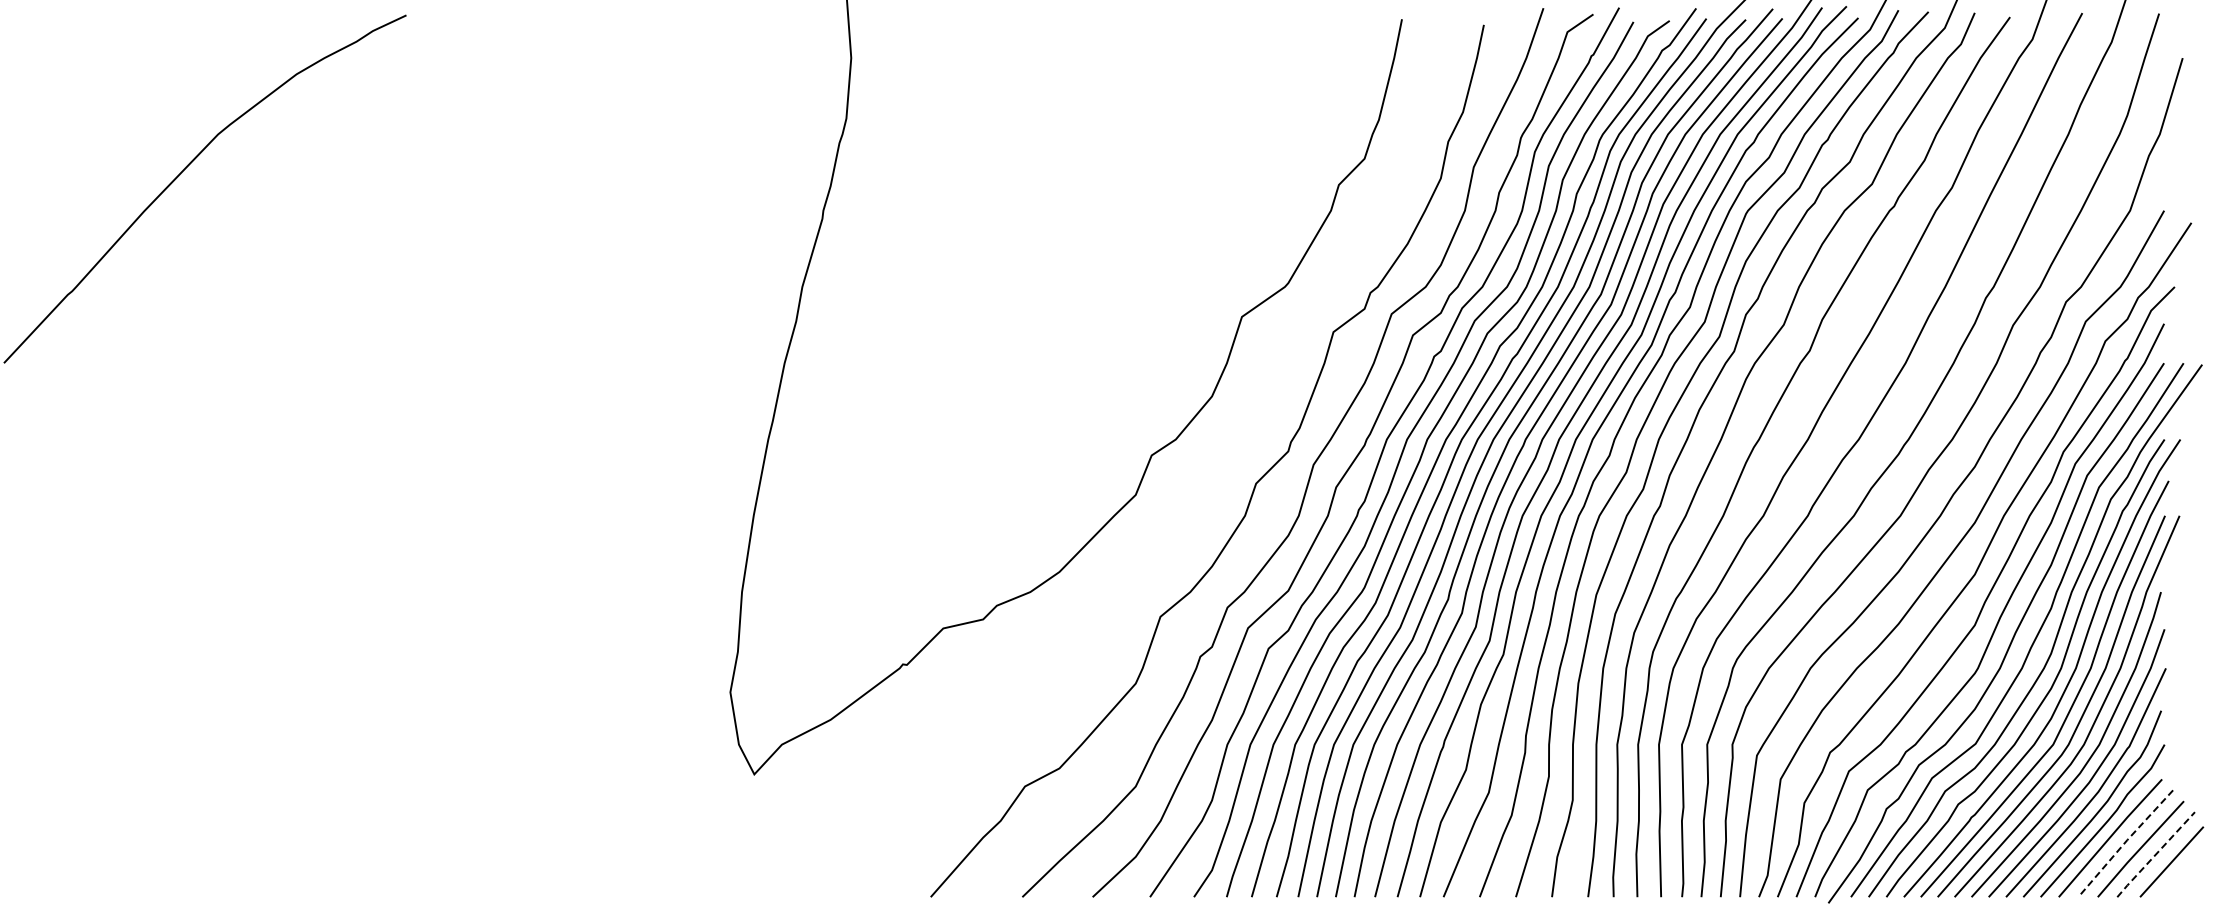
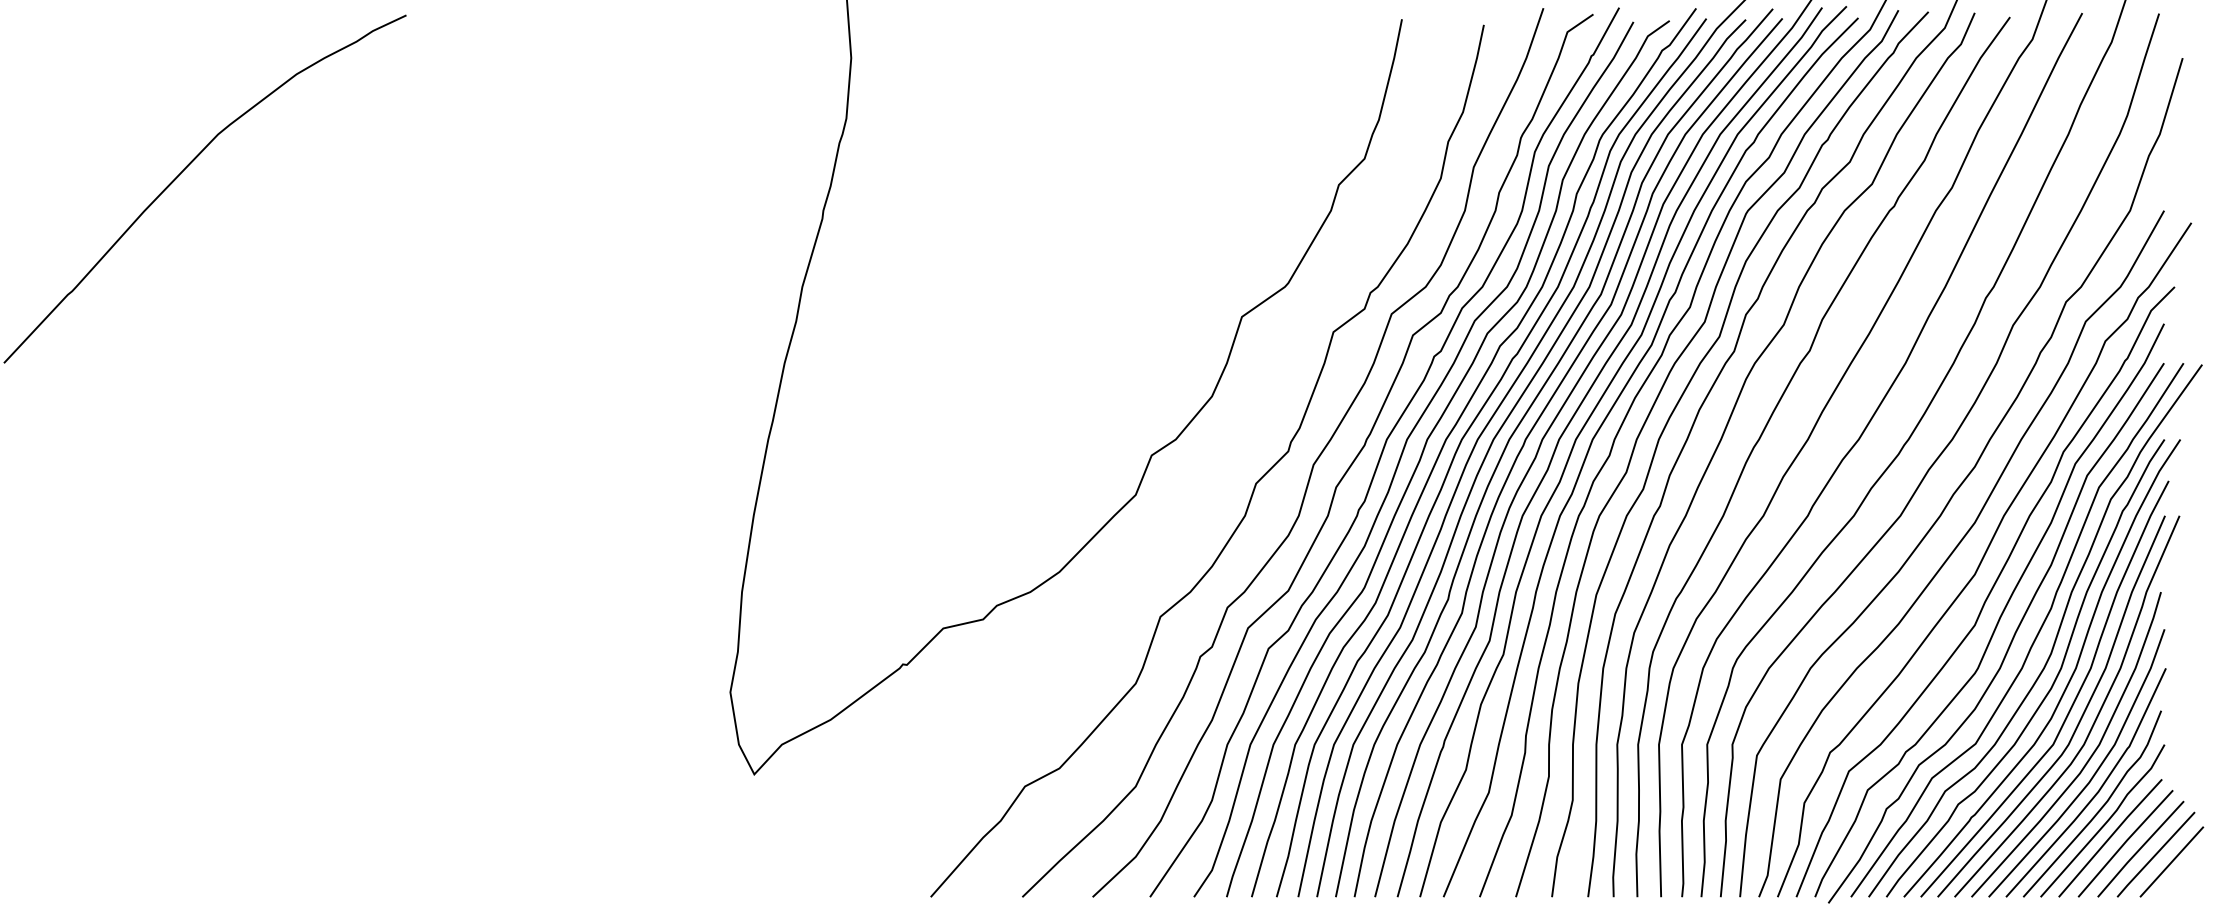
line at (2124, 843): dashed -> solid
line at (2155, 854): dashed -> solid
